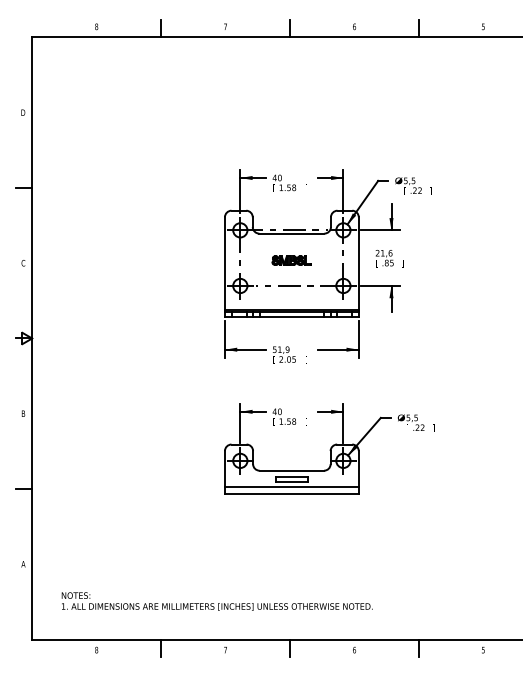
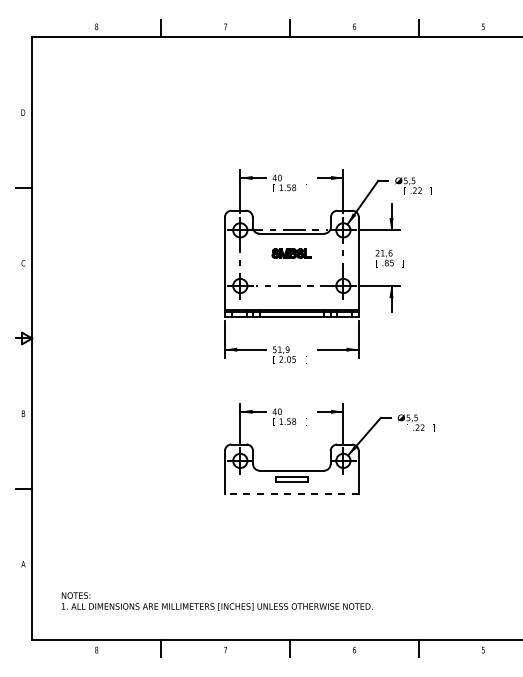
part at (291, 260) position: (291, 260) -> (291, 253)
line at (291, 486): present -> none
line at (291, 493): solid -> dashed
